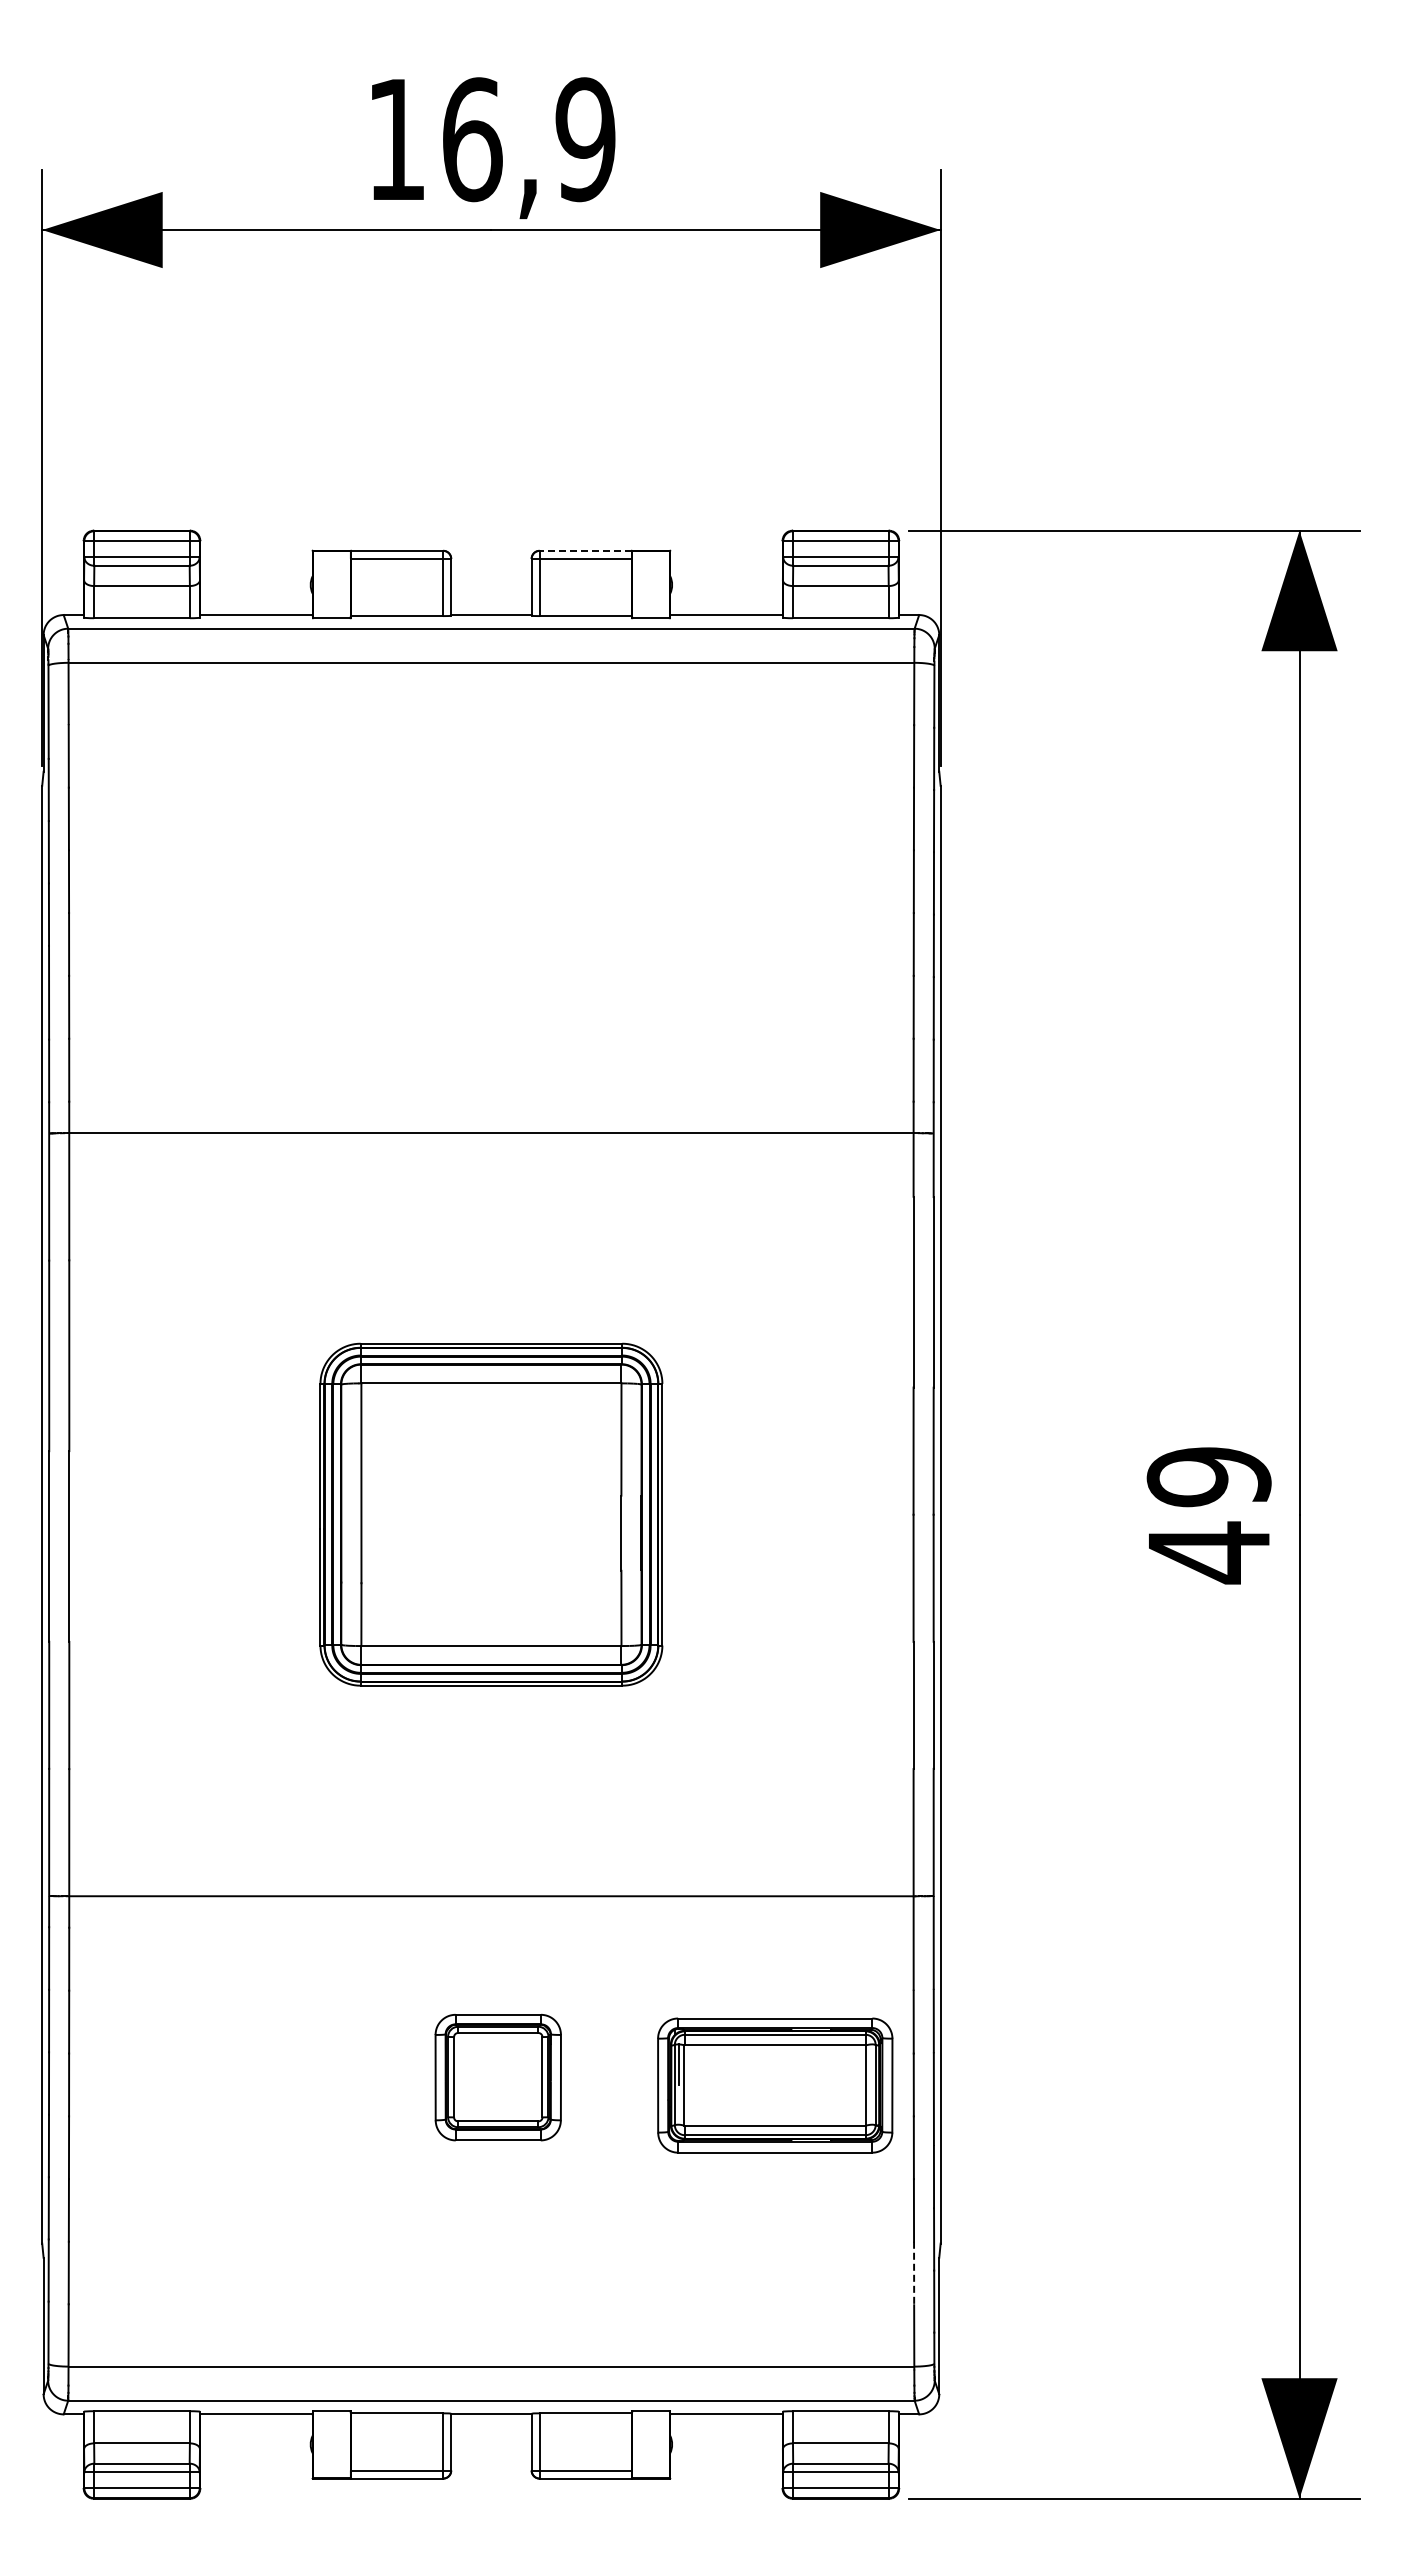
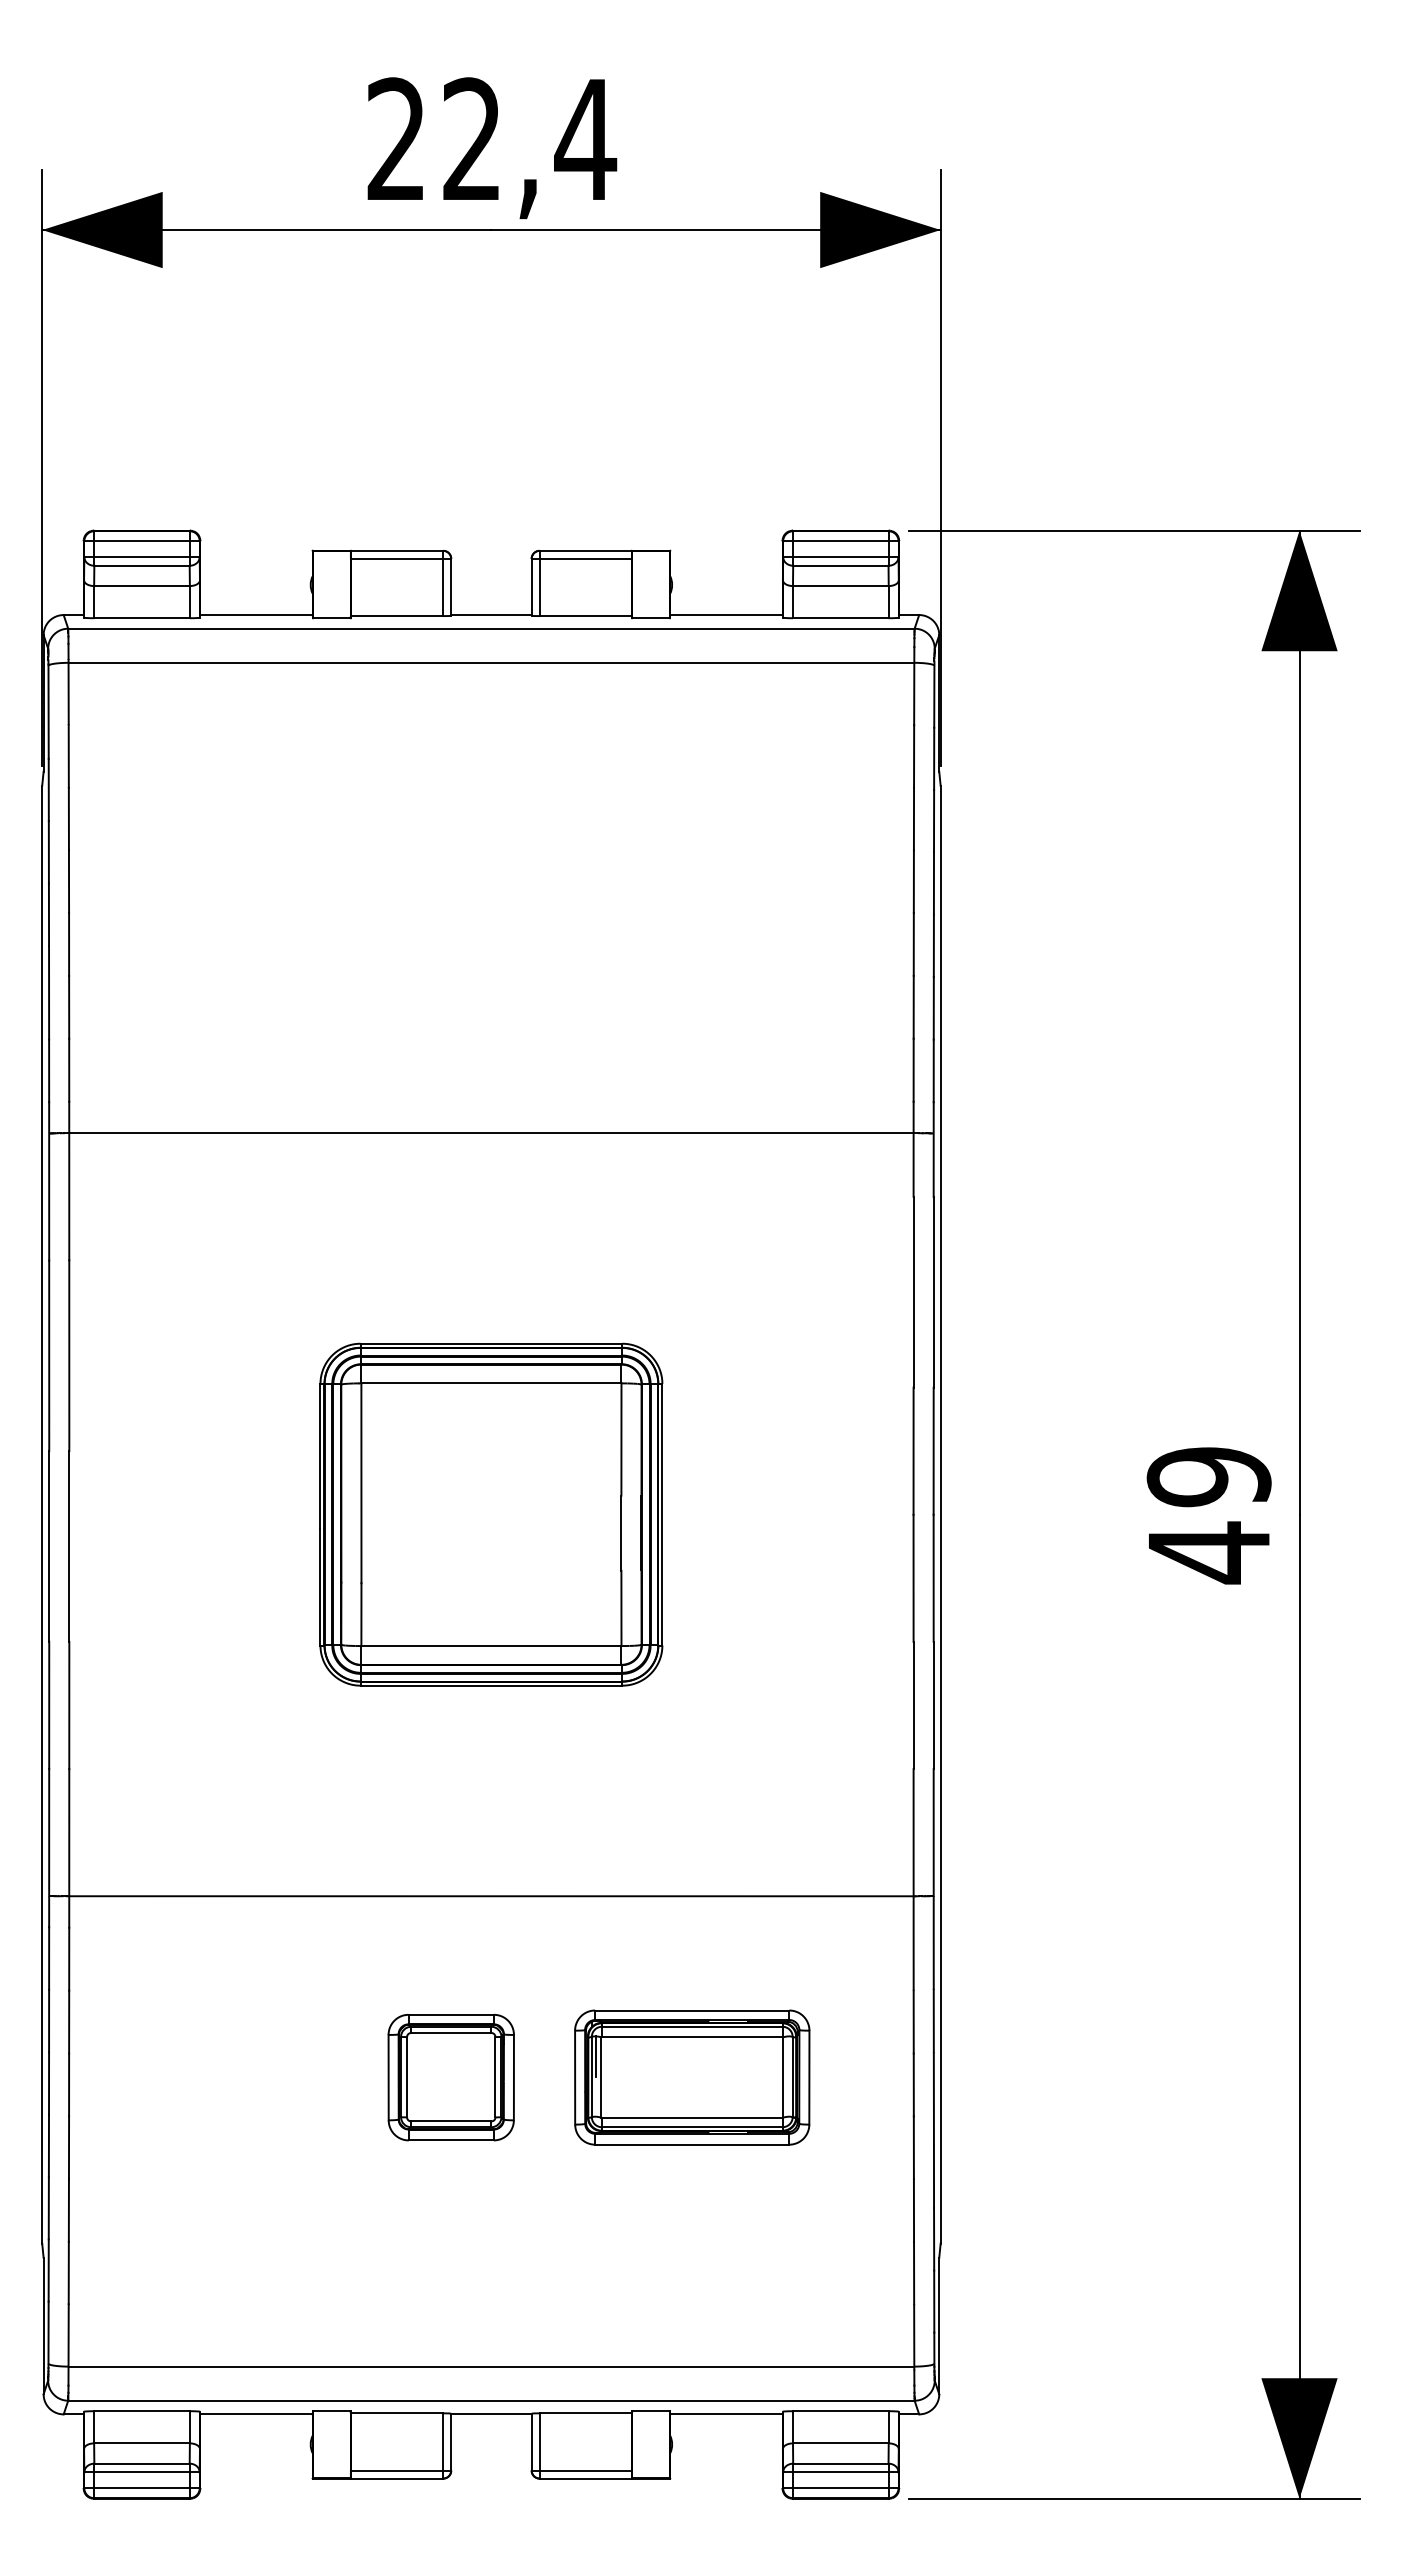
text at (492, 139): 16,9 -> 22,4
line at (585, 550): dashed -> solid
part at (497, 2077) position: (497, 2077) -> (450, 2077)
part at (775, 2085) position: (775, 2085) -> (692, 2077)
line at (914, 2273): dashed -> solid
